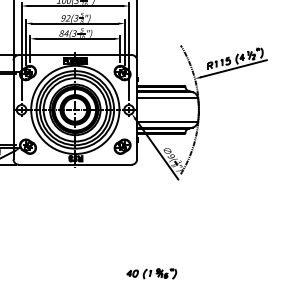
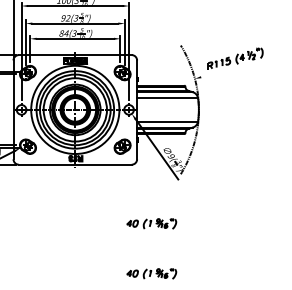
line at (137, 29): present -> none
line at (233, 68): present -> none
part at (151, 223): none -> present
